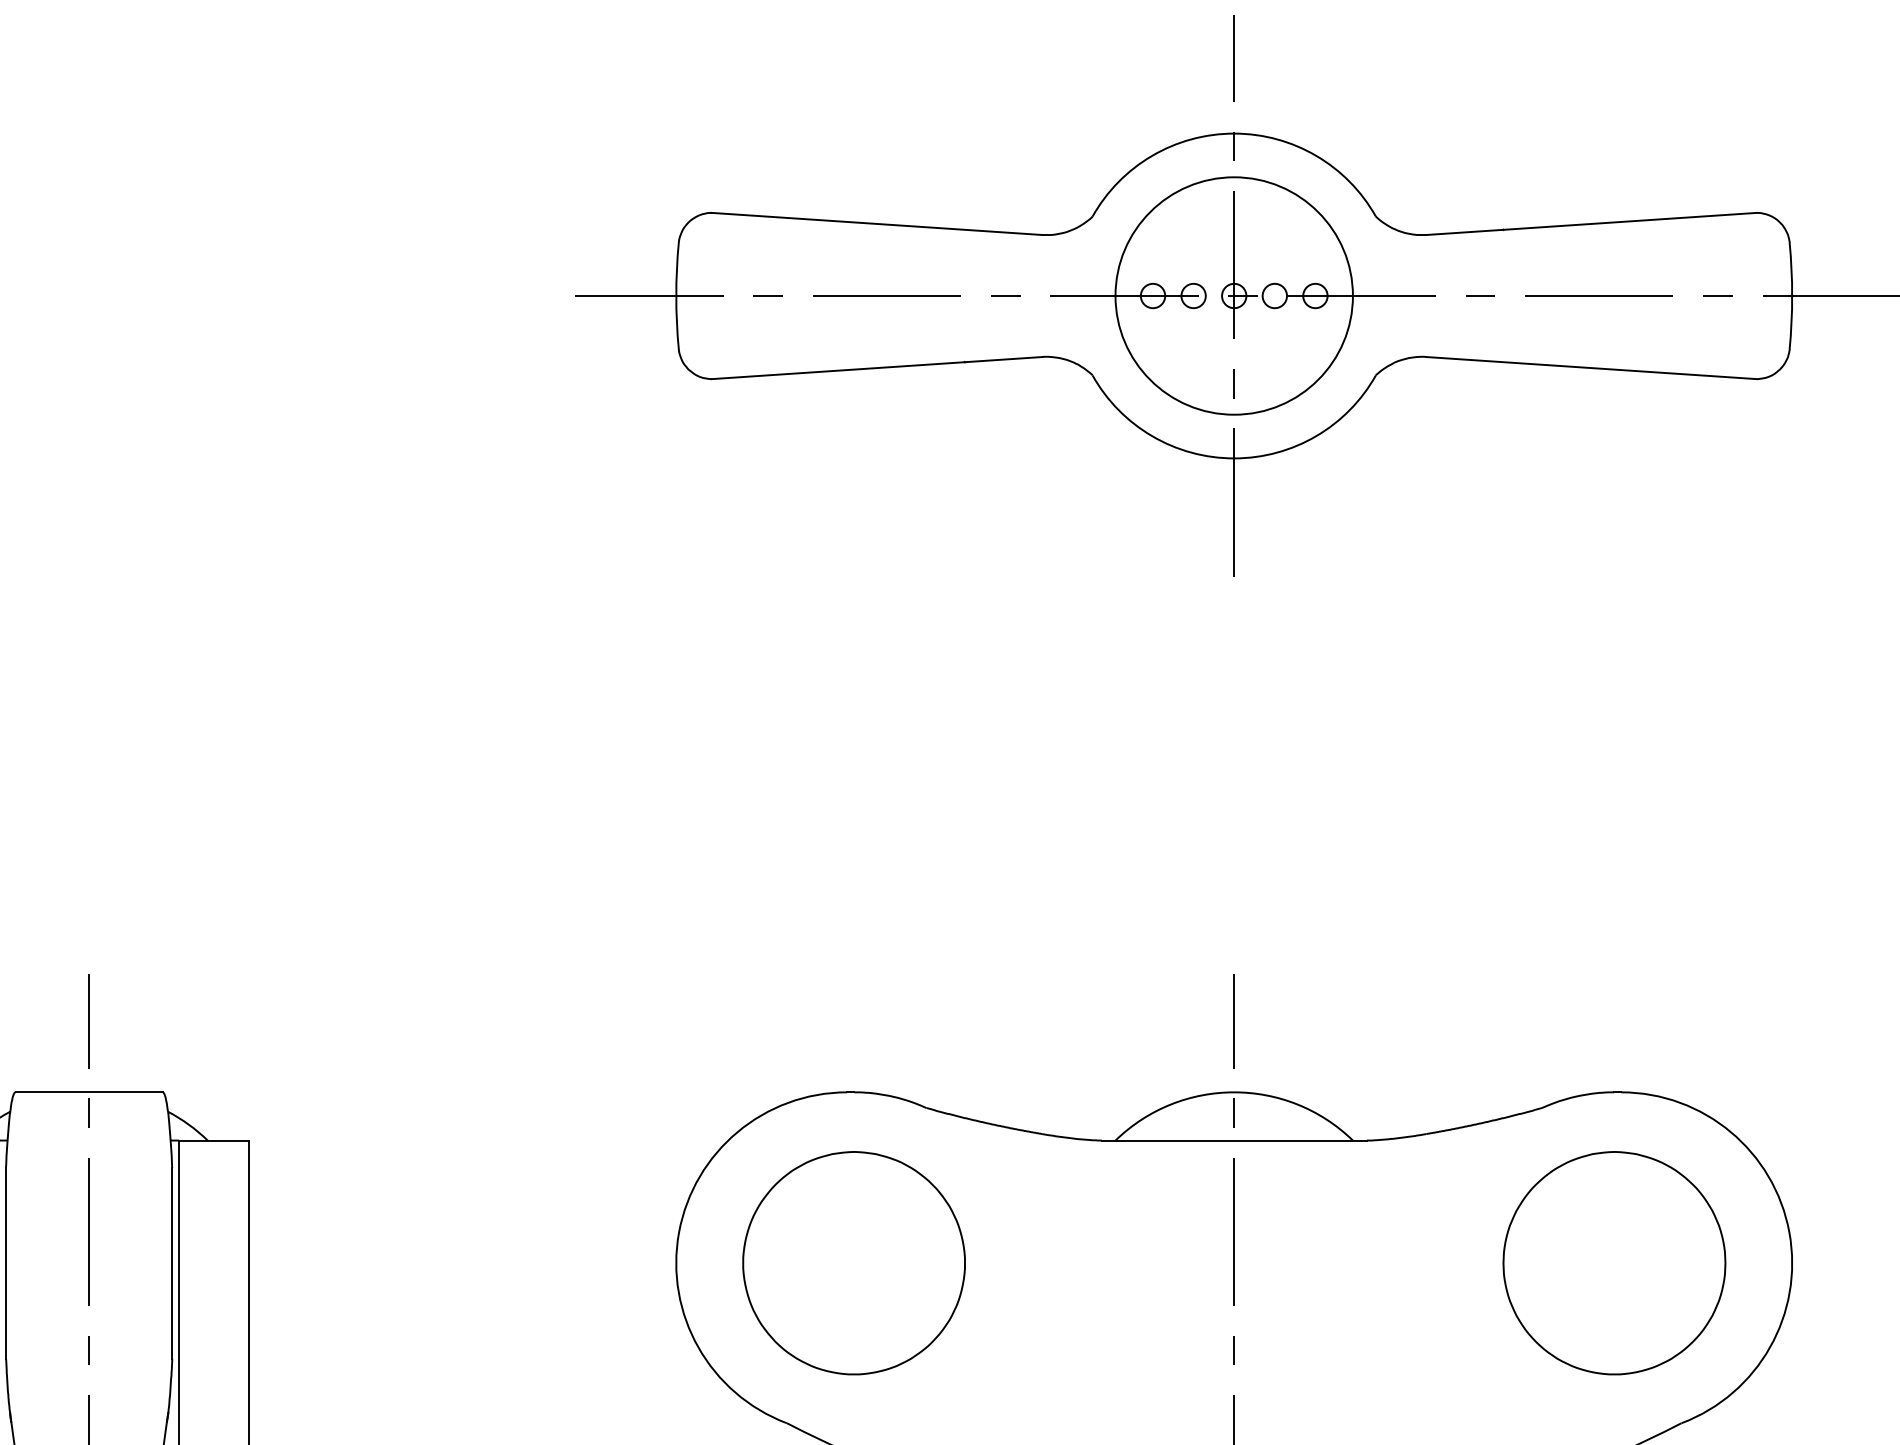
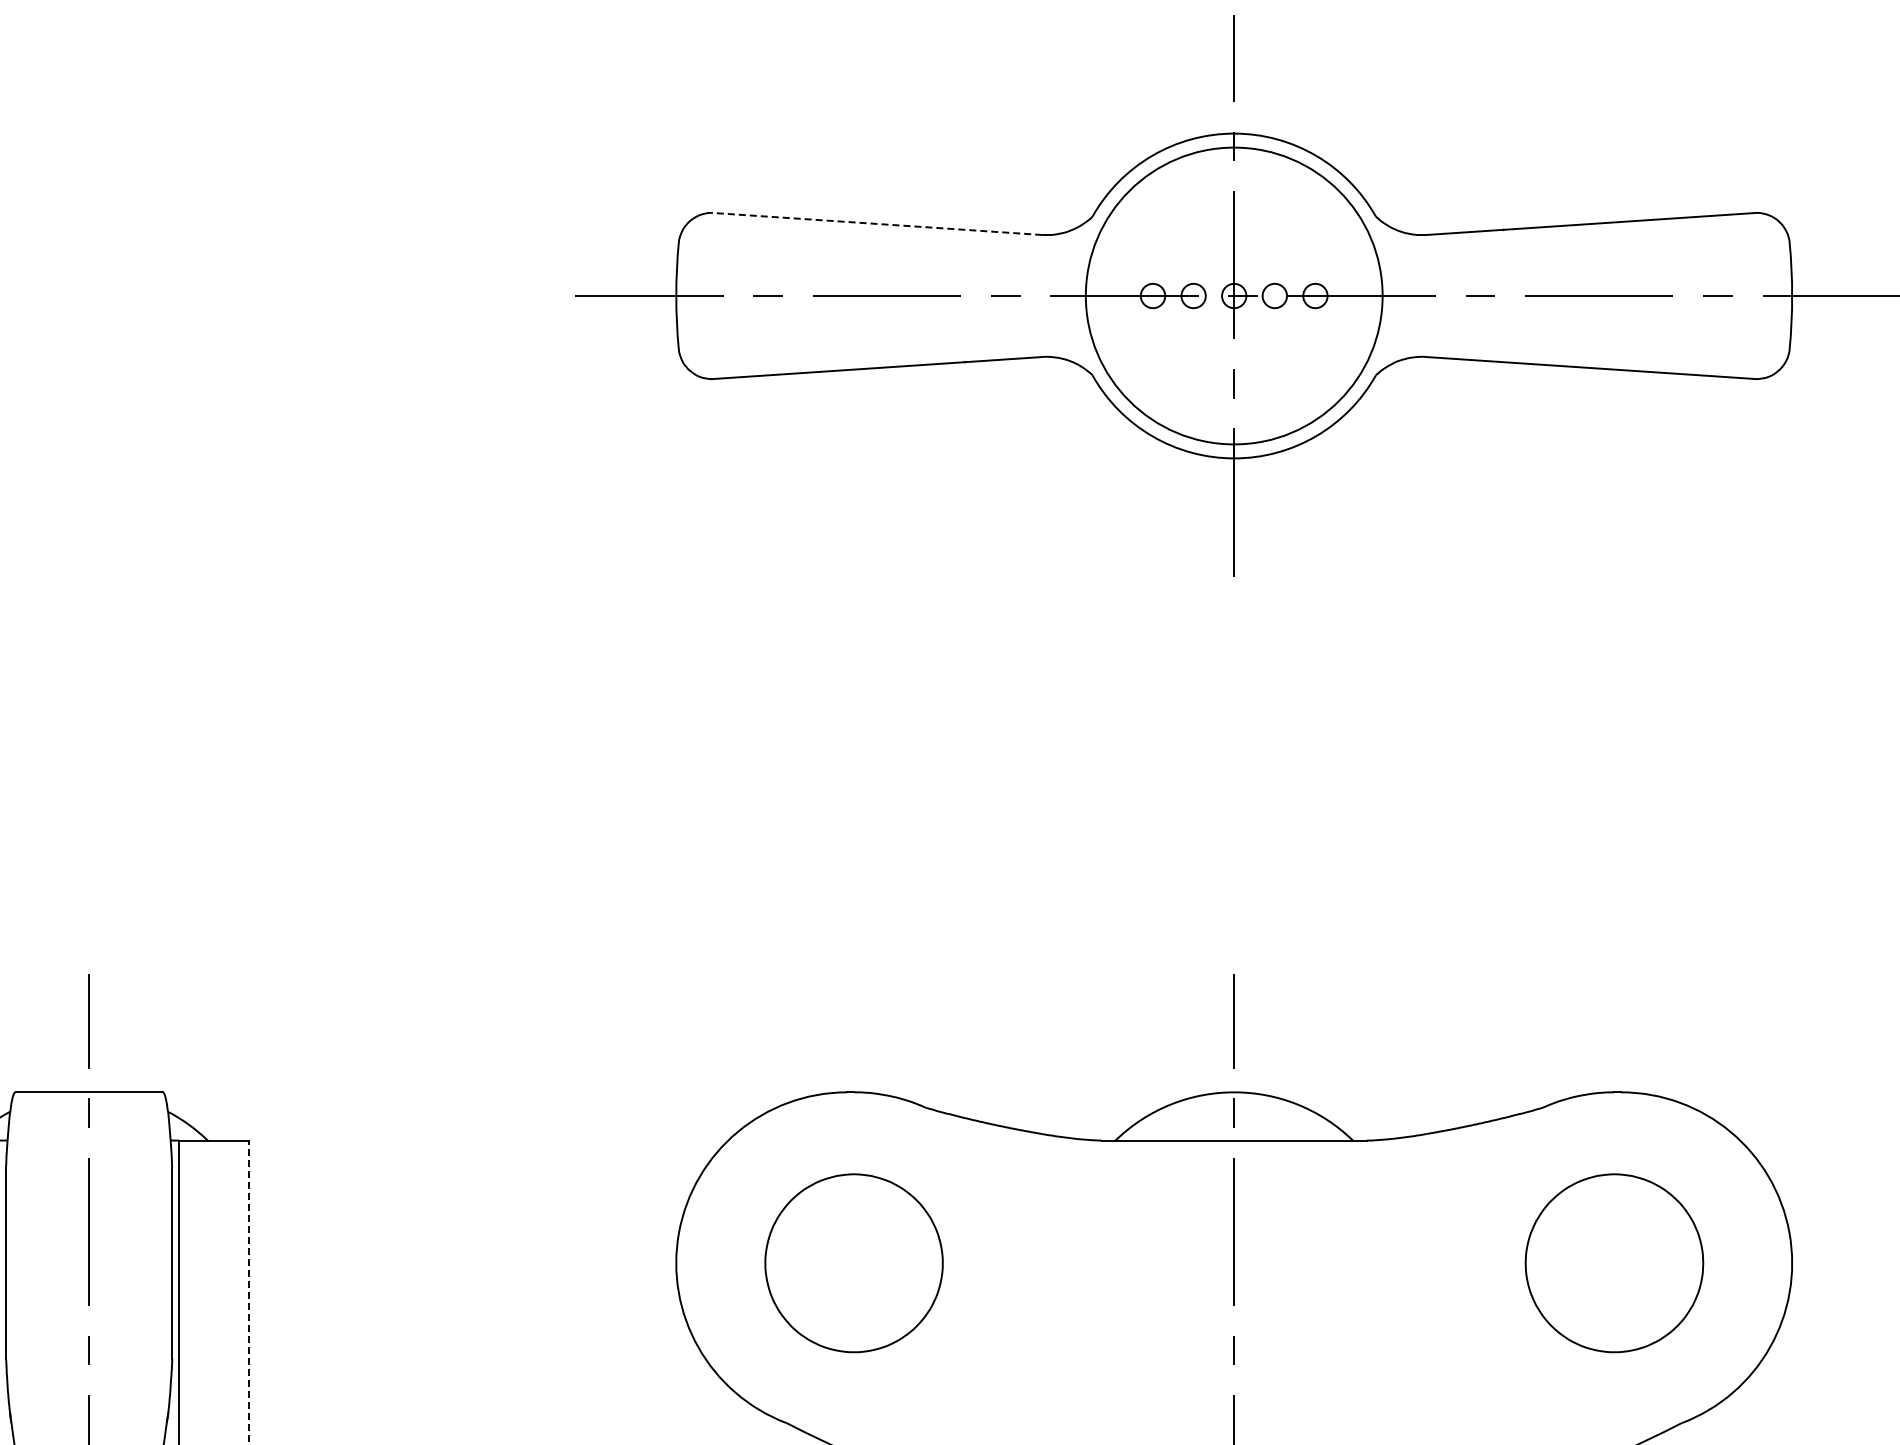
line at (876, 223): solid -> dashed
circle at (1233, 295) diameter: 237 px -> 297 px
part at (853, 1263) size: 224x225 px -> 180x181 px
part at (1614, 1263) size: 225x225 px -> 181x181 px
line at (249, 1292): solid -> dashed
